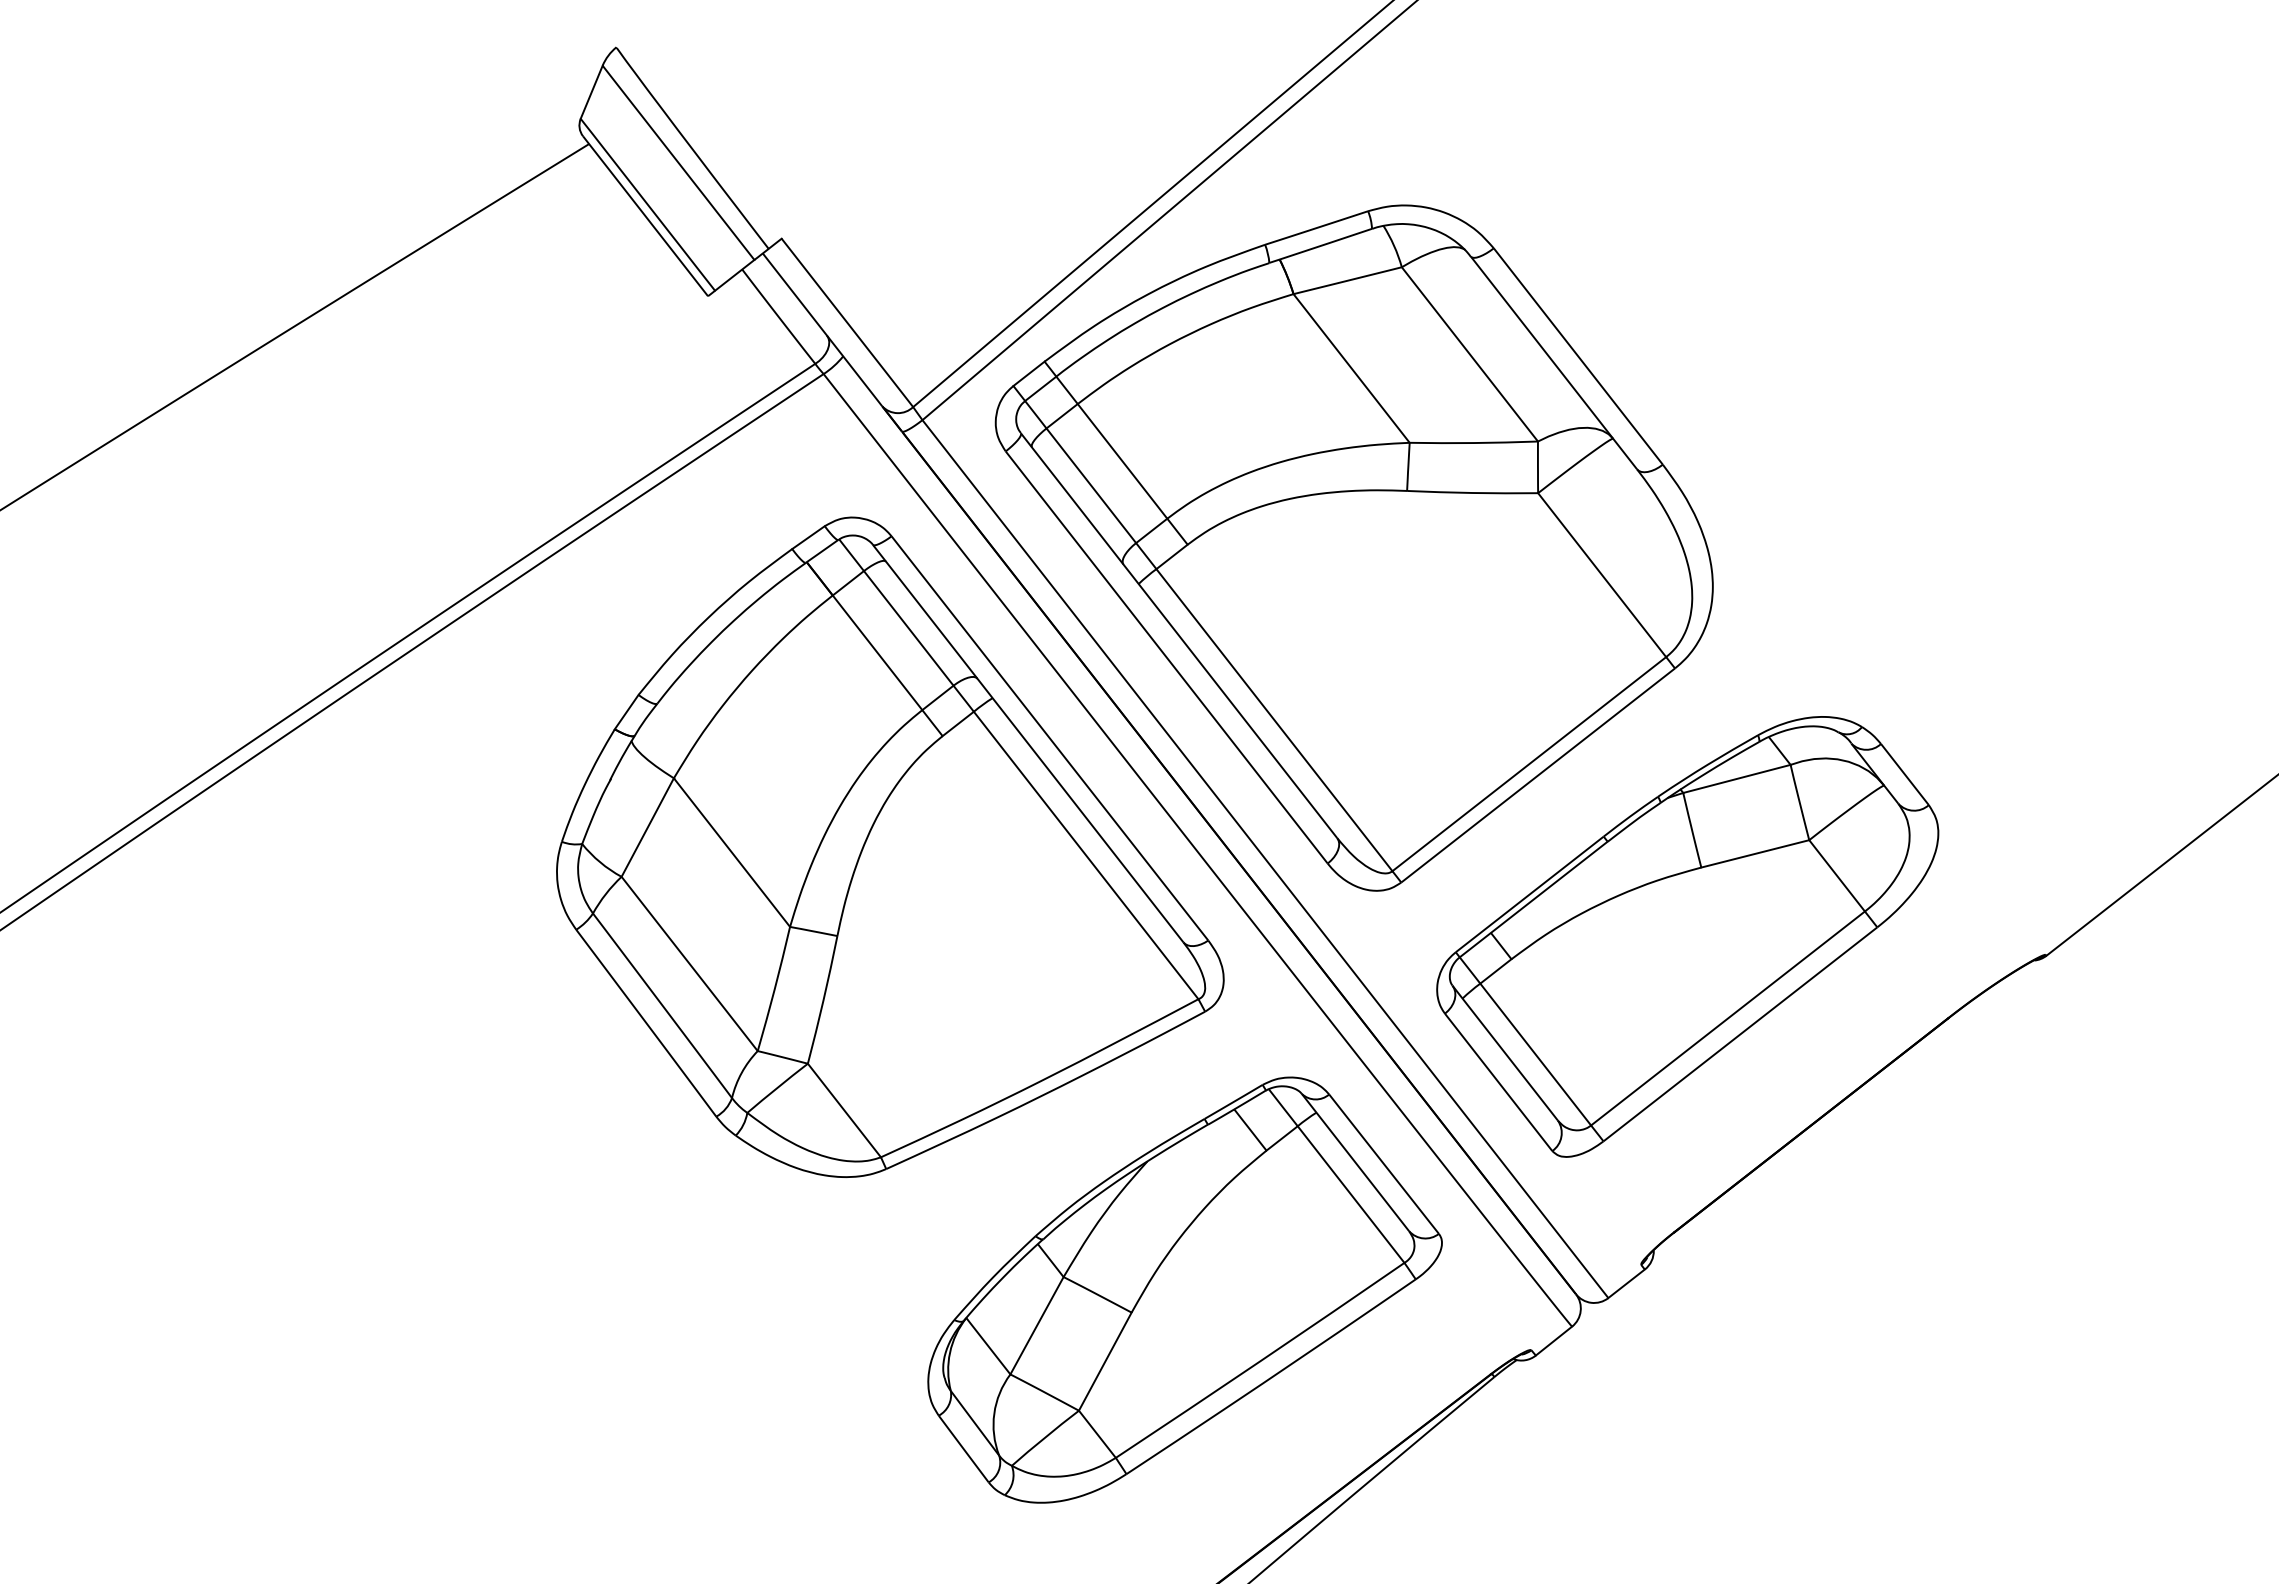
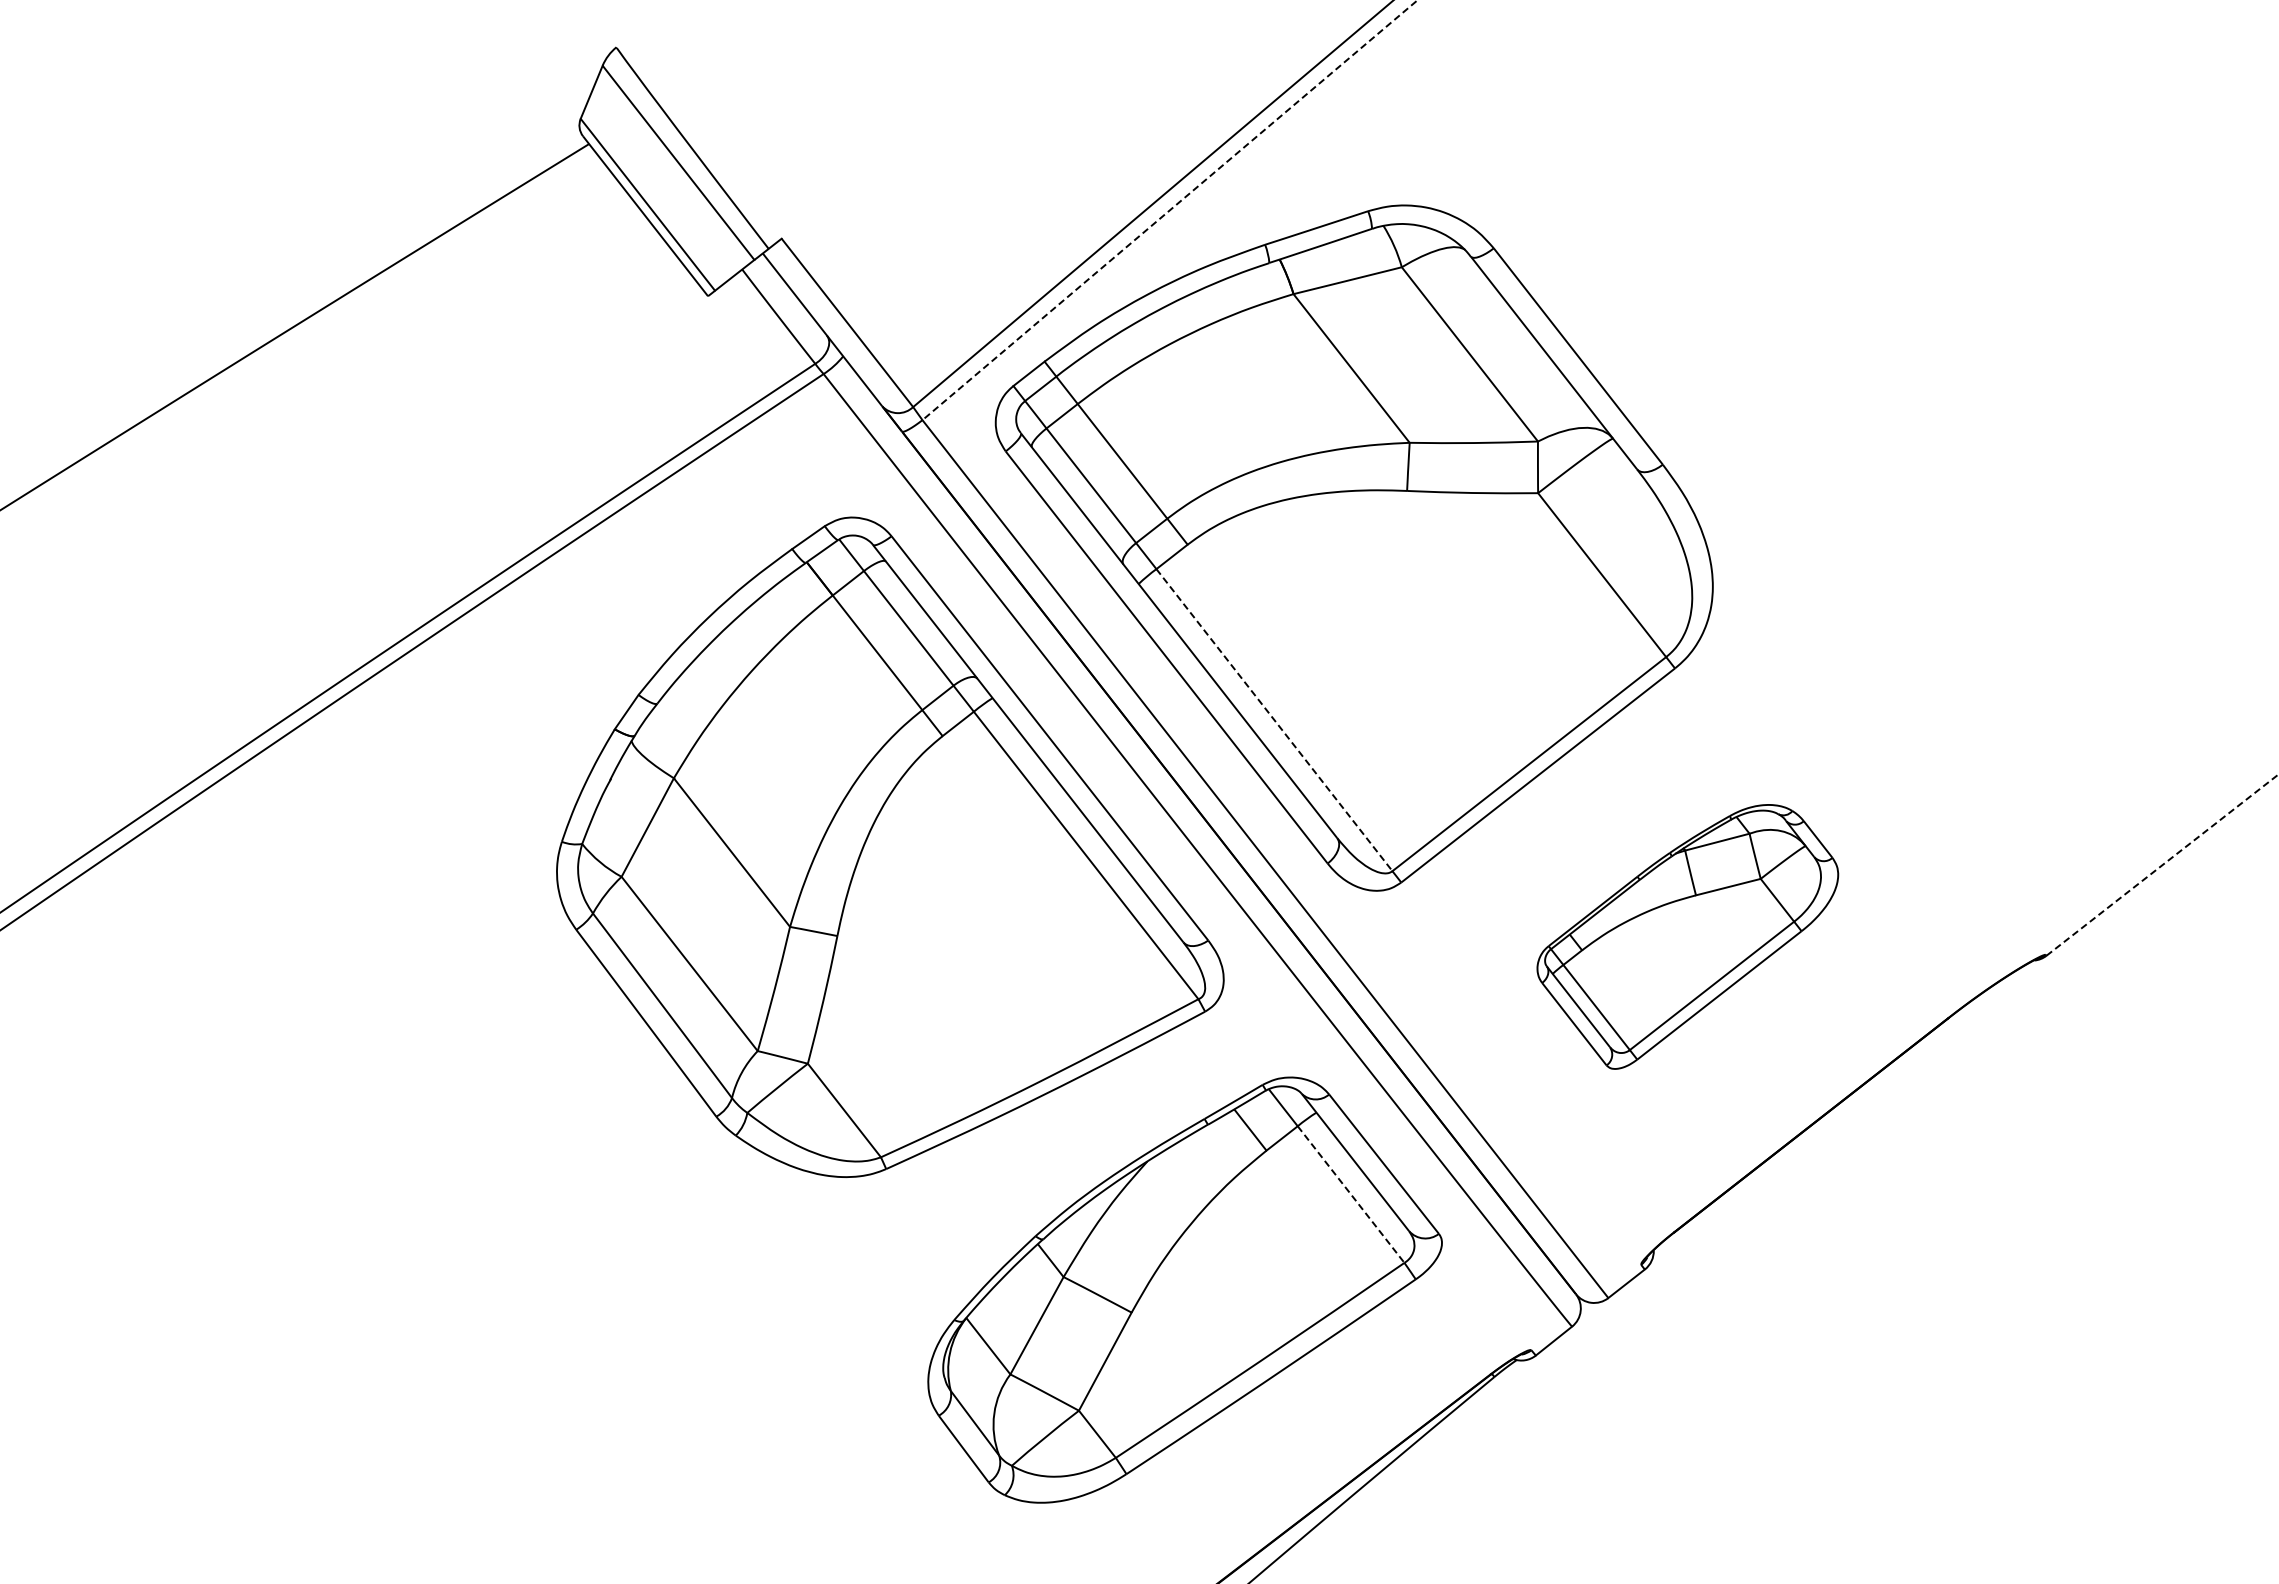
line at (1169, 210): solid -> dashed
line at (1274, 720): solid -> dashed
line at (2163, 864): solid -> dashed
part at (1687, 936) size: 504x442 px -> 304x266 px
line at (1351, 1194): solid -> dashed
